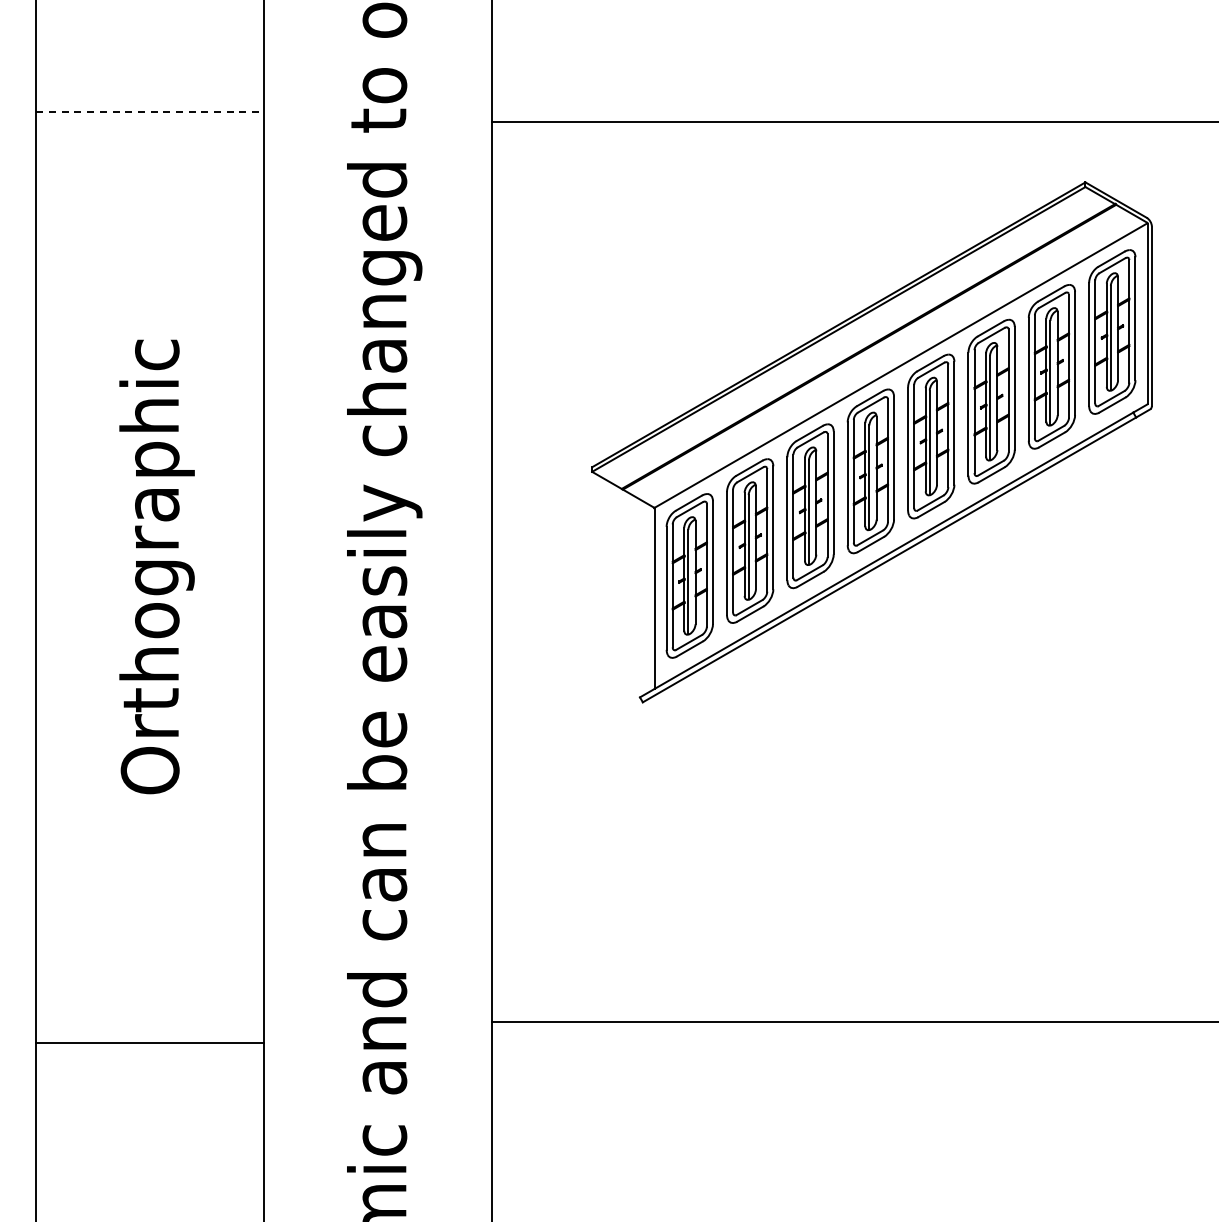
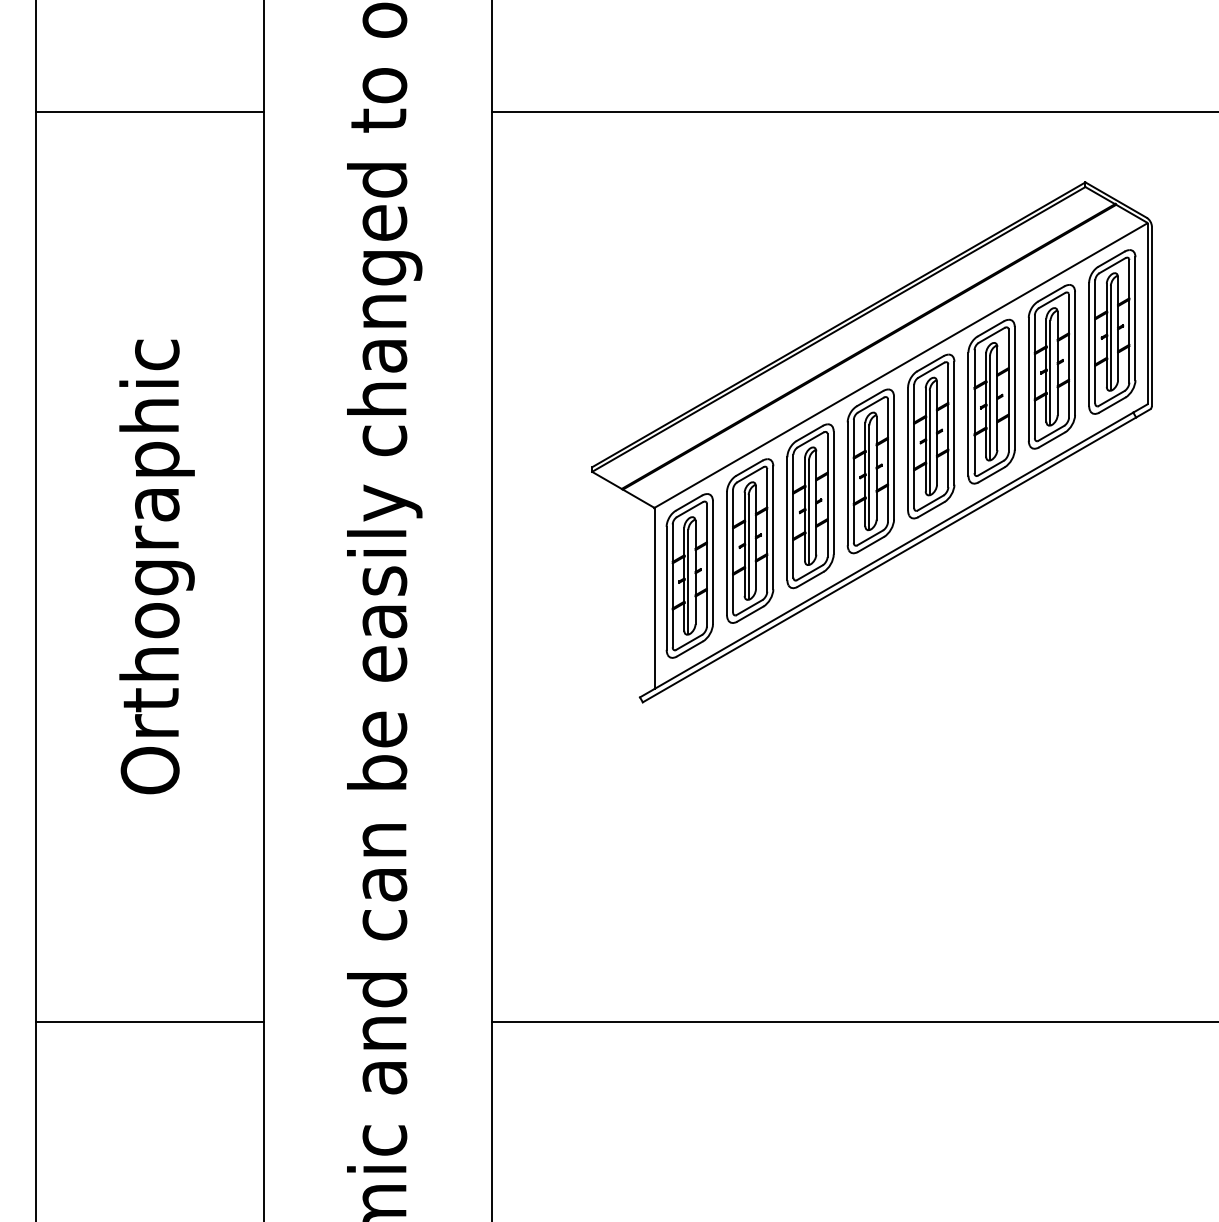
line at (150, 111): dashed -> solid
line at (853, 121) position: (853, 121) -> (853, 111)
line at (150, 1043) position: (150, 1043) -> (150, 1022)
